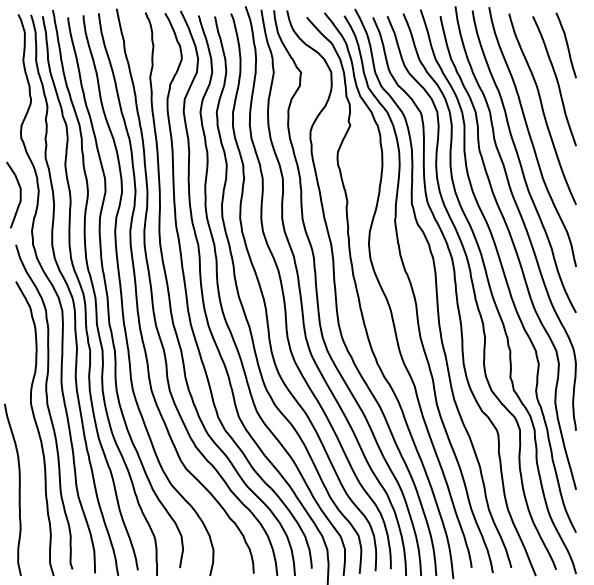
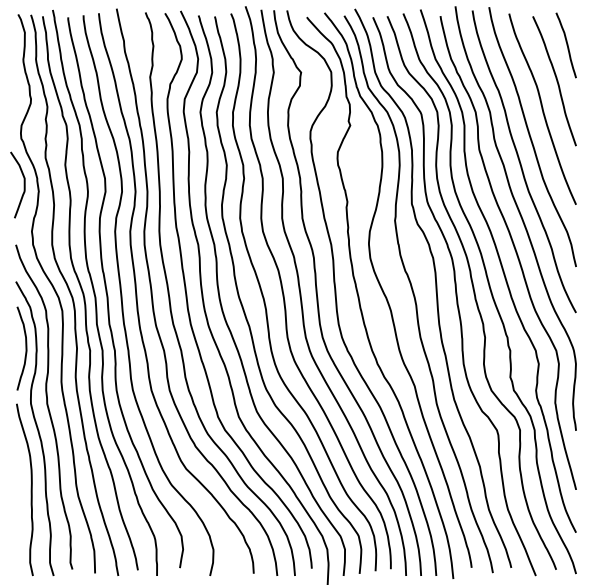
curve at (19, 194) position: (19, 194) -> (23, 184)
curve at (25, 348): none -> present
curve at (18, 489) position: (18, 489) -> (30, 489)
